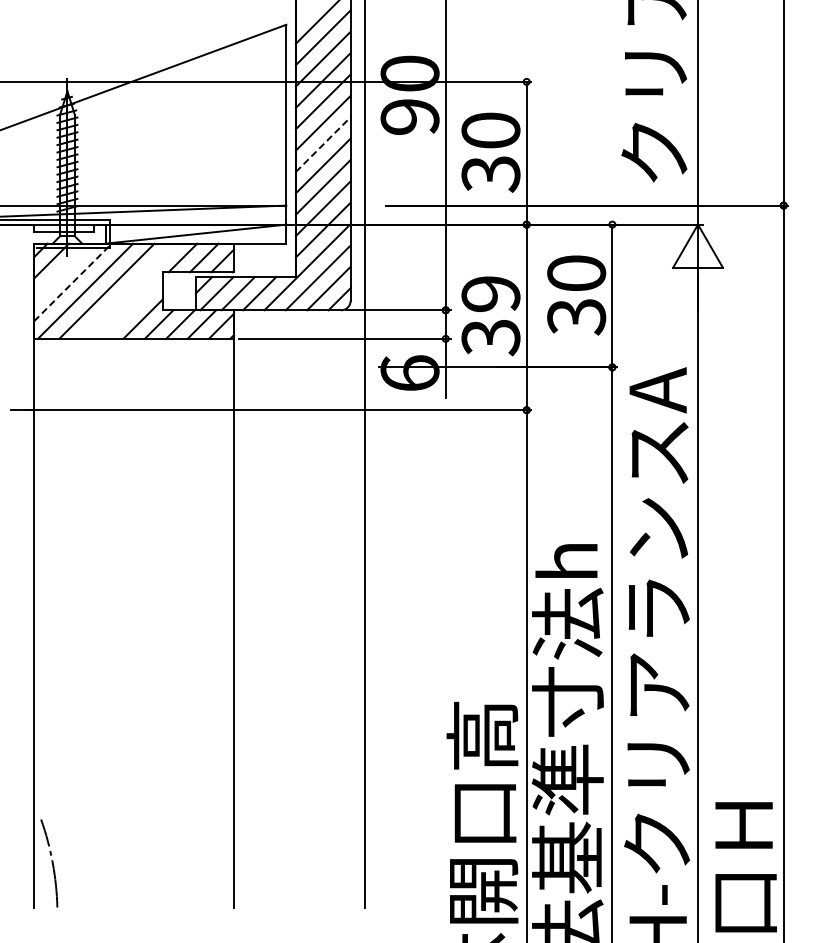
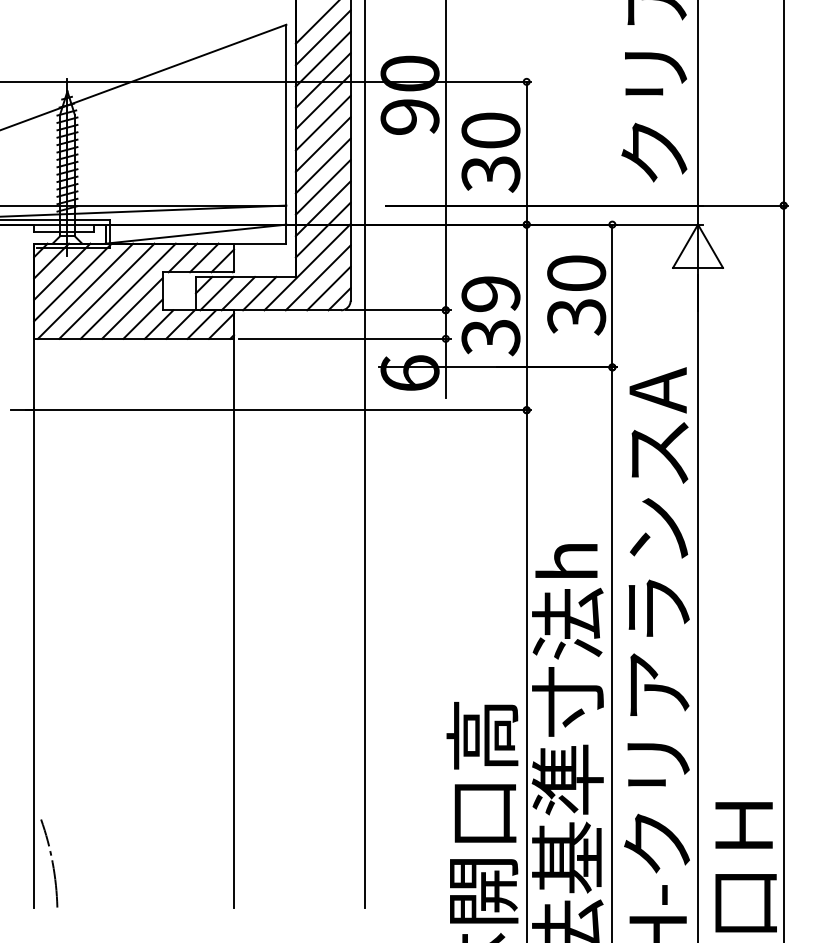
line at (323, 144): dashed -> solid
line at (62, 271): none -> present
line at (72, 282): dashed -> solid
line at (127, 290): none -> present
line at (132, 308): none -> present
